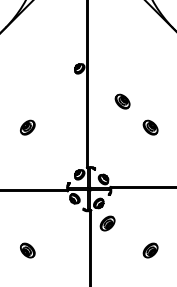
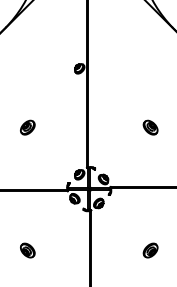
part at (122, 101): present -> none
part at (107, 223): present -> none
